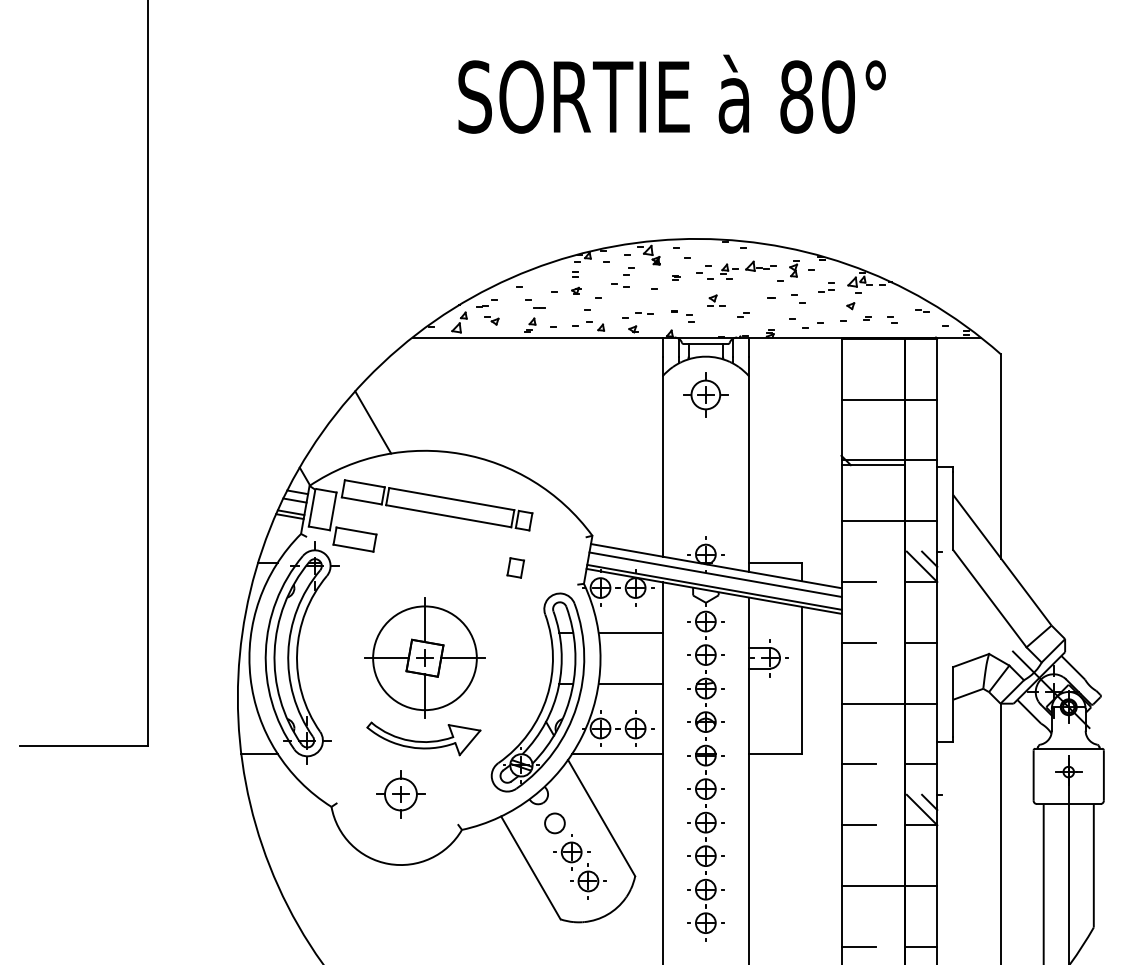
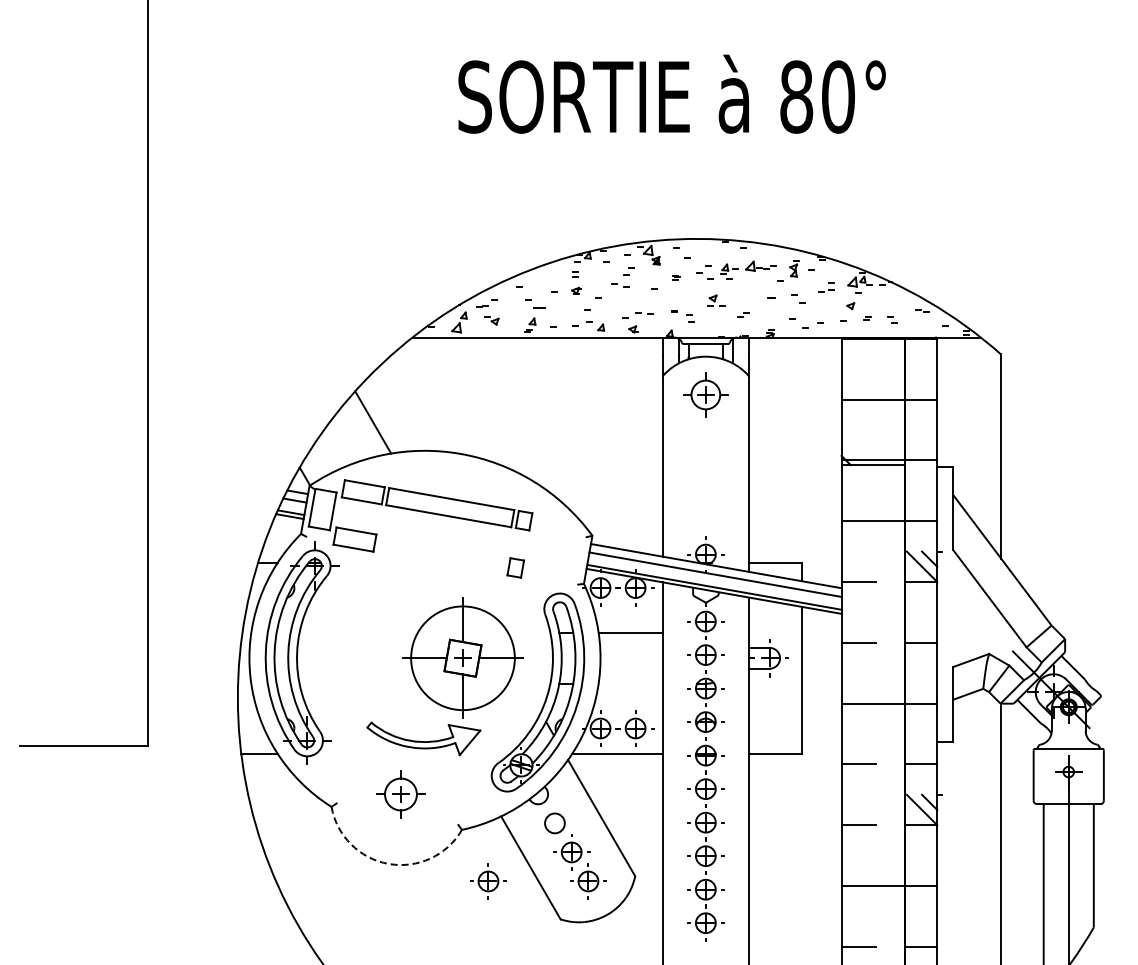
part at (424, 657) position: (424, 657) -> (462, 657)
line at (630, 683): present -> none
arc at (388, 863): solid -> dashed
part at (488, 881): none -> present
